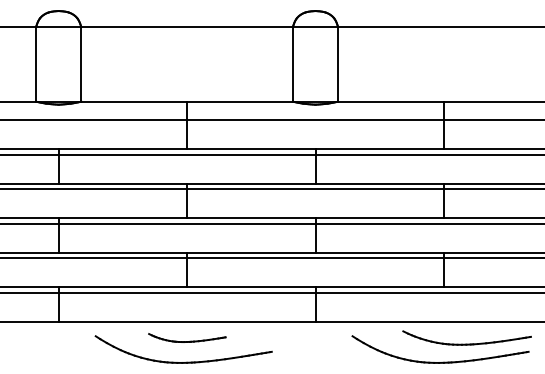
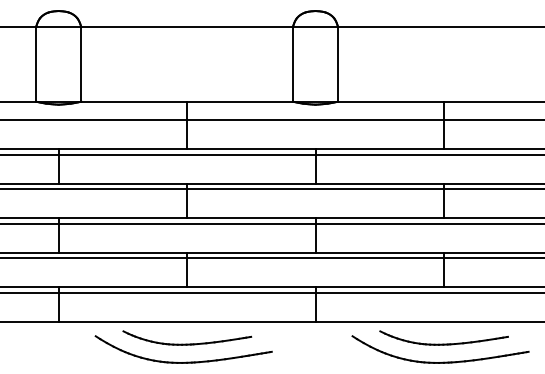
part at (187, 337) size: 79x10 px -> 131x16 px
part at (466, 337) position: (466, 337) -> (443, 337)
